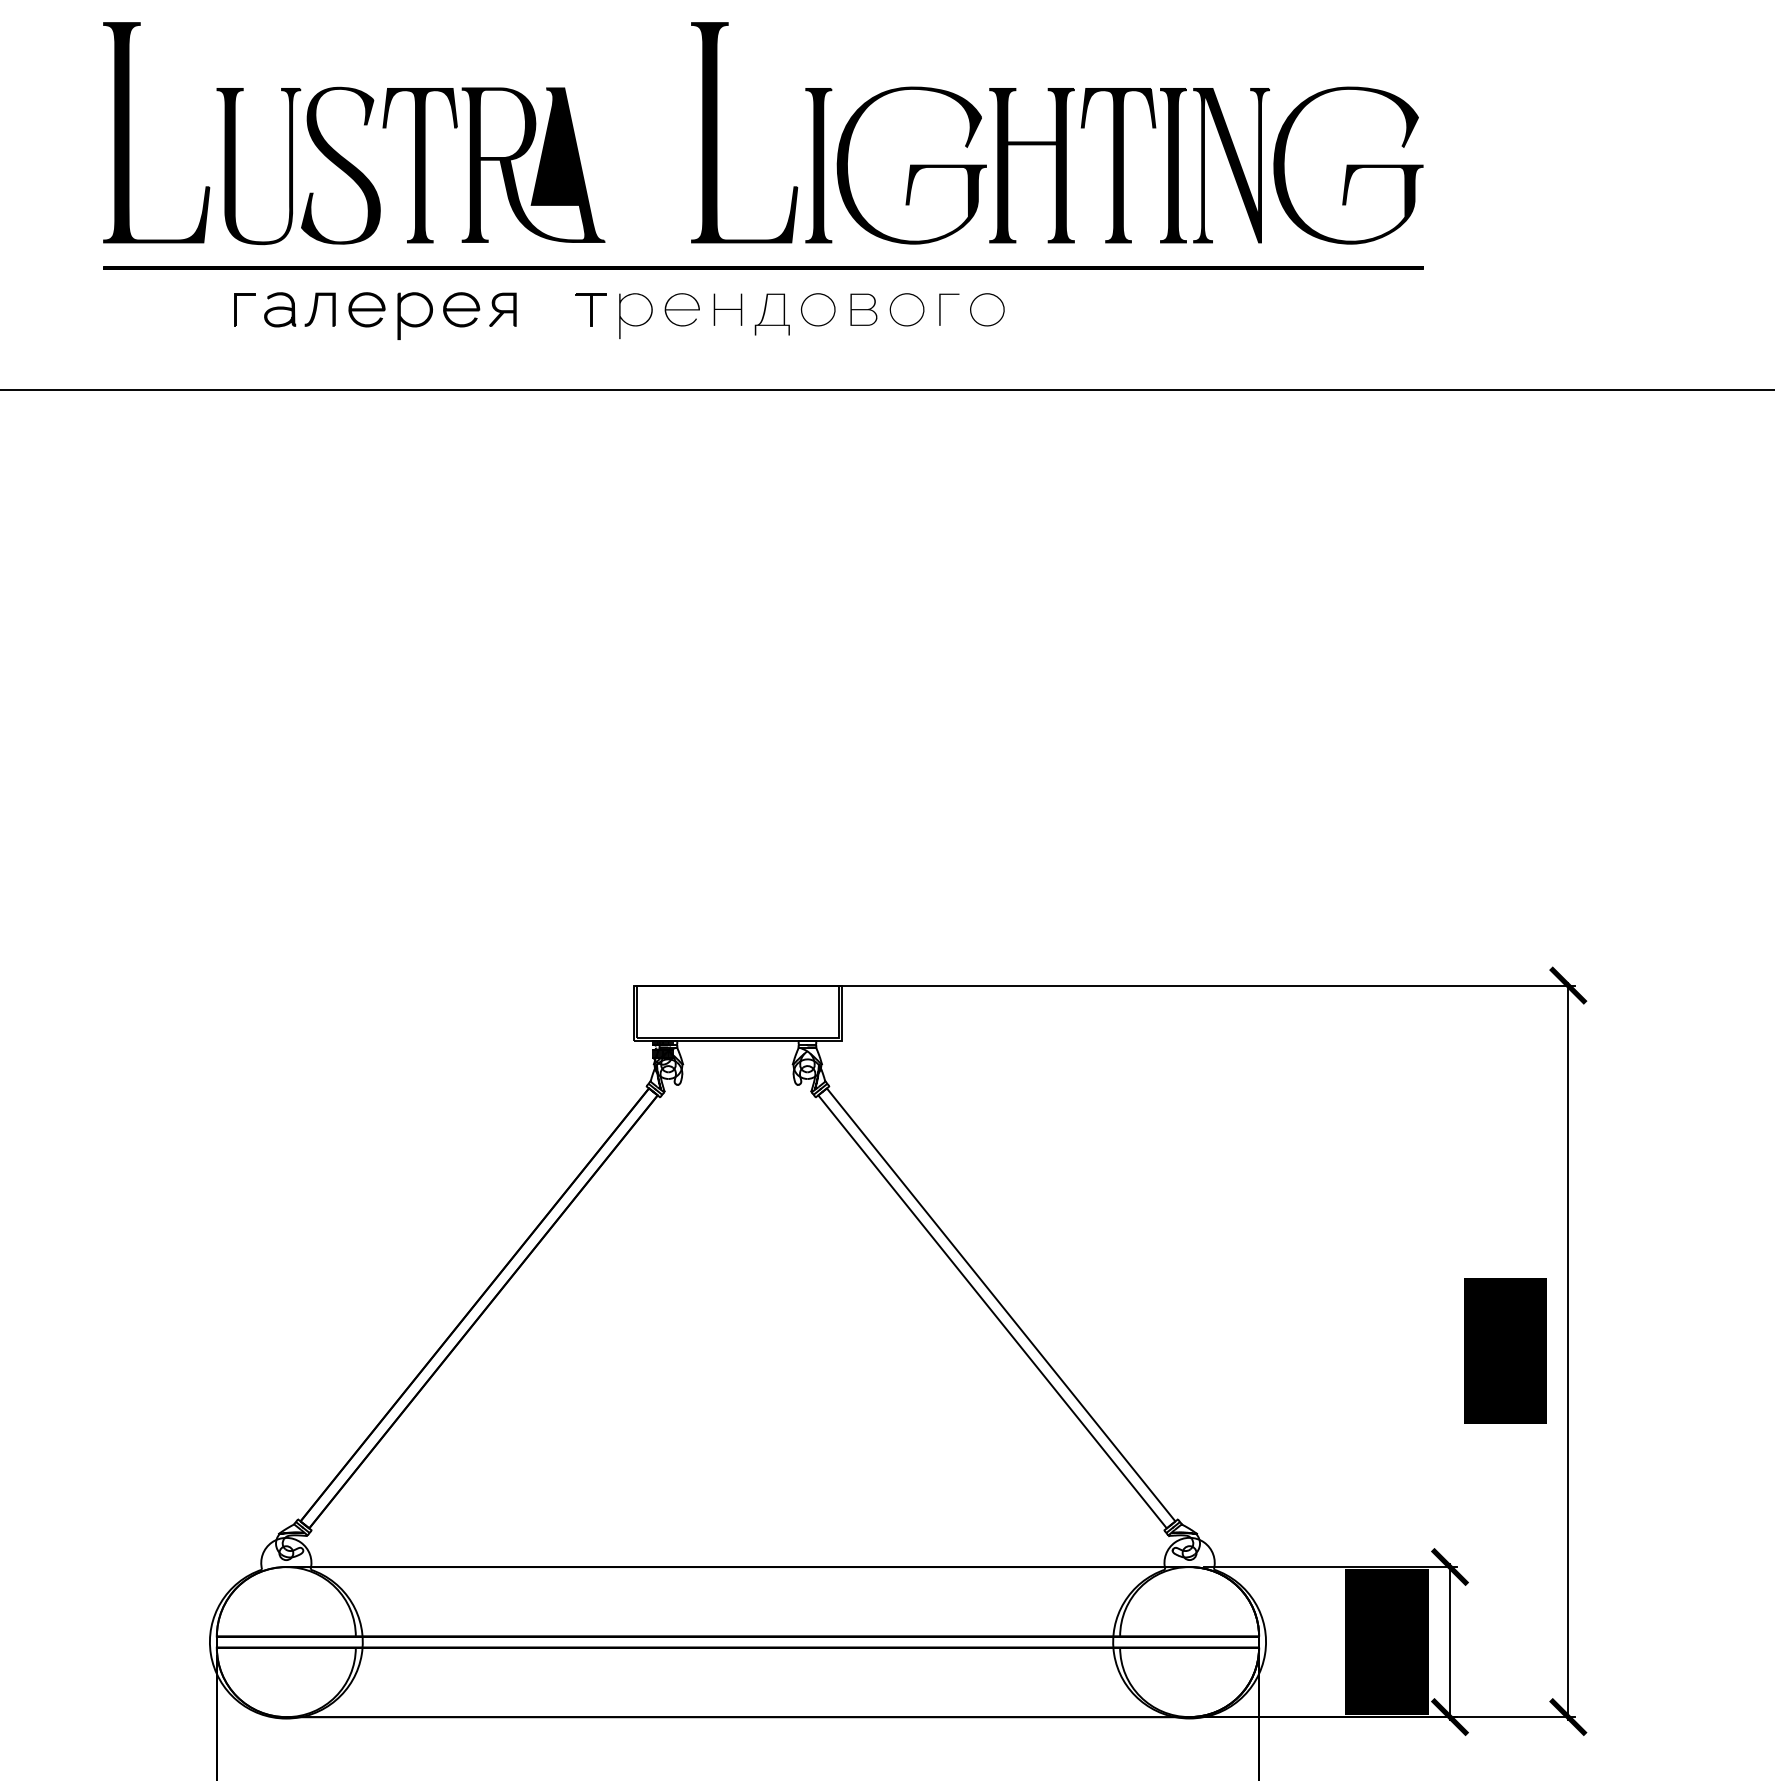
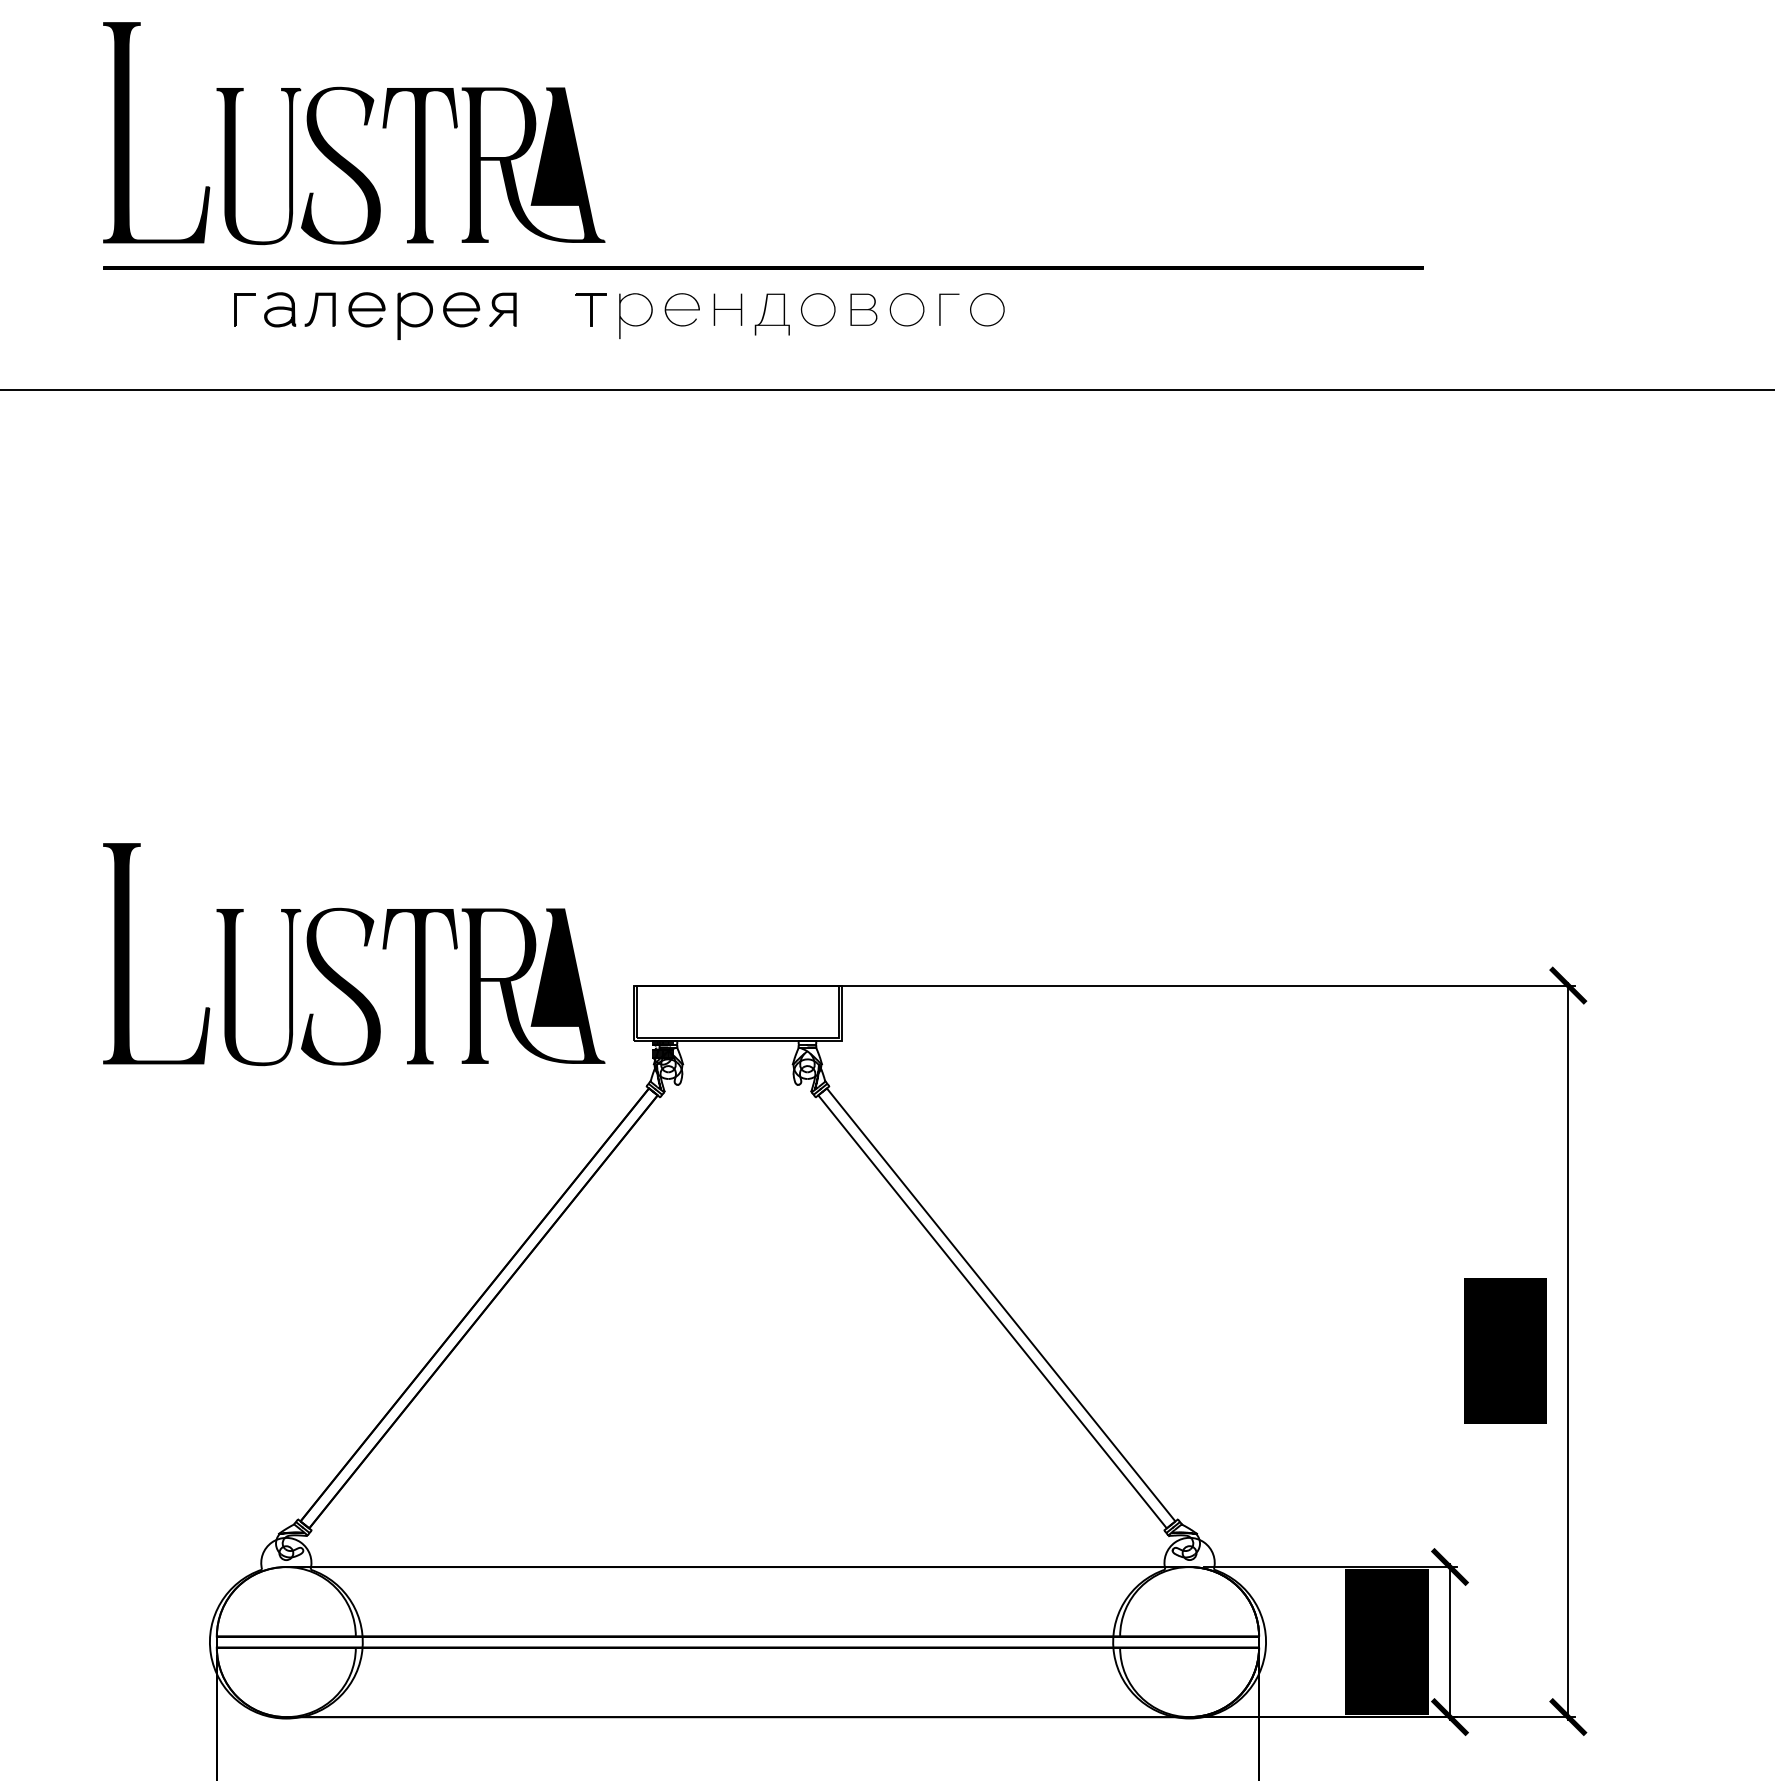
part at (1057, 133): present -> none
part at (364, 946): none -> present
